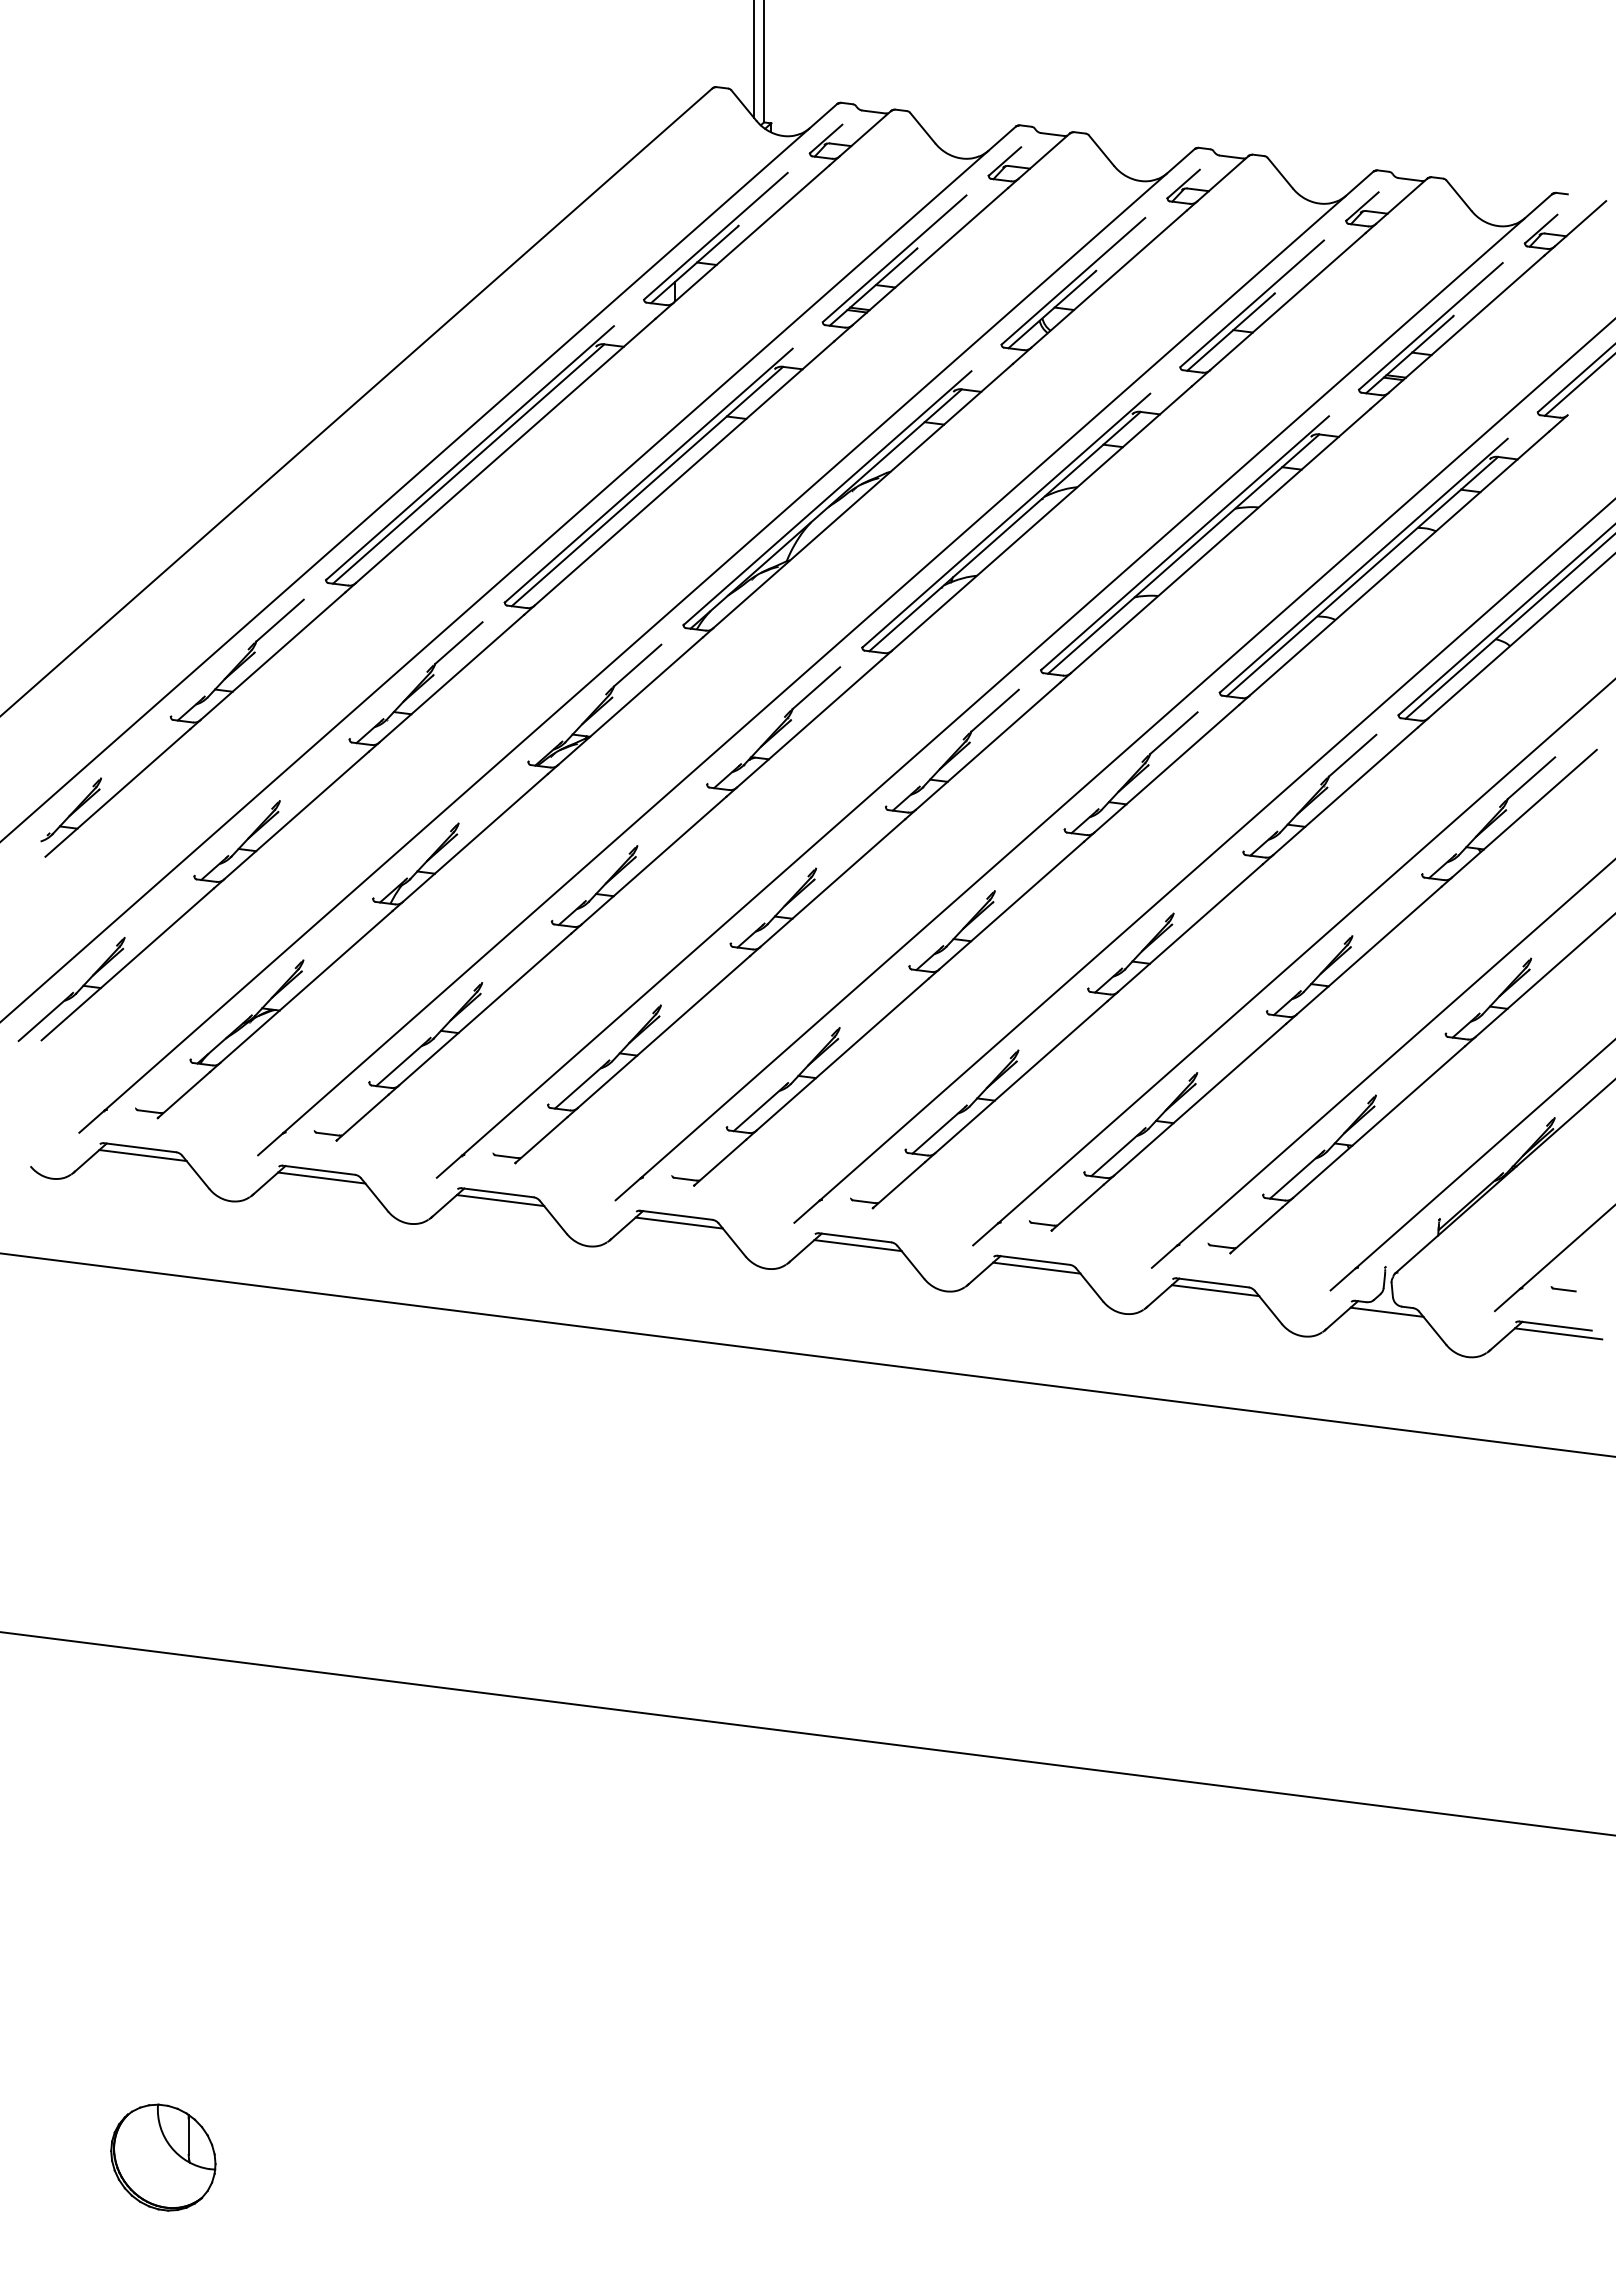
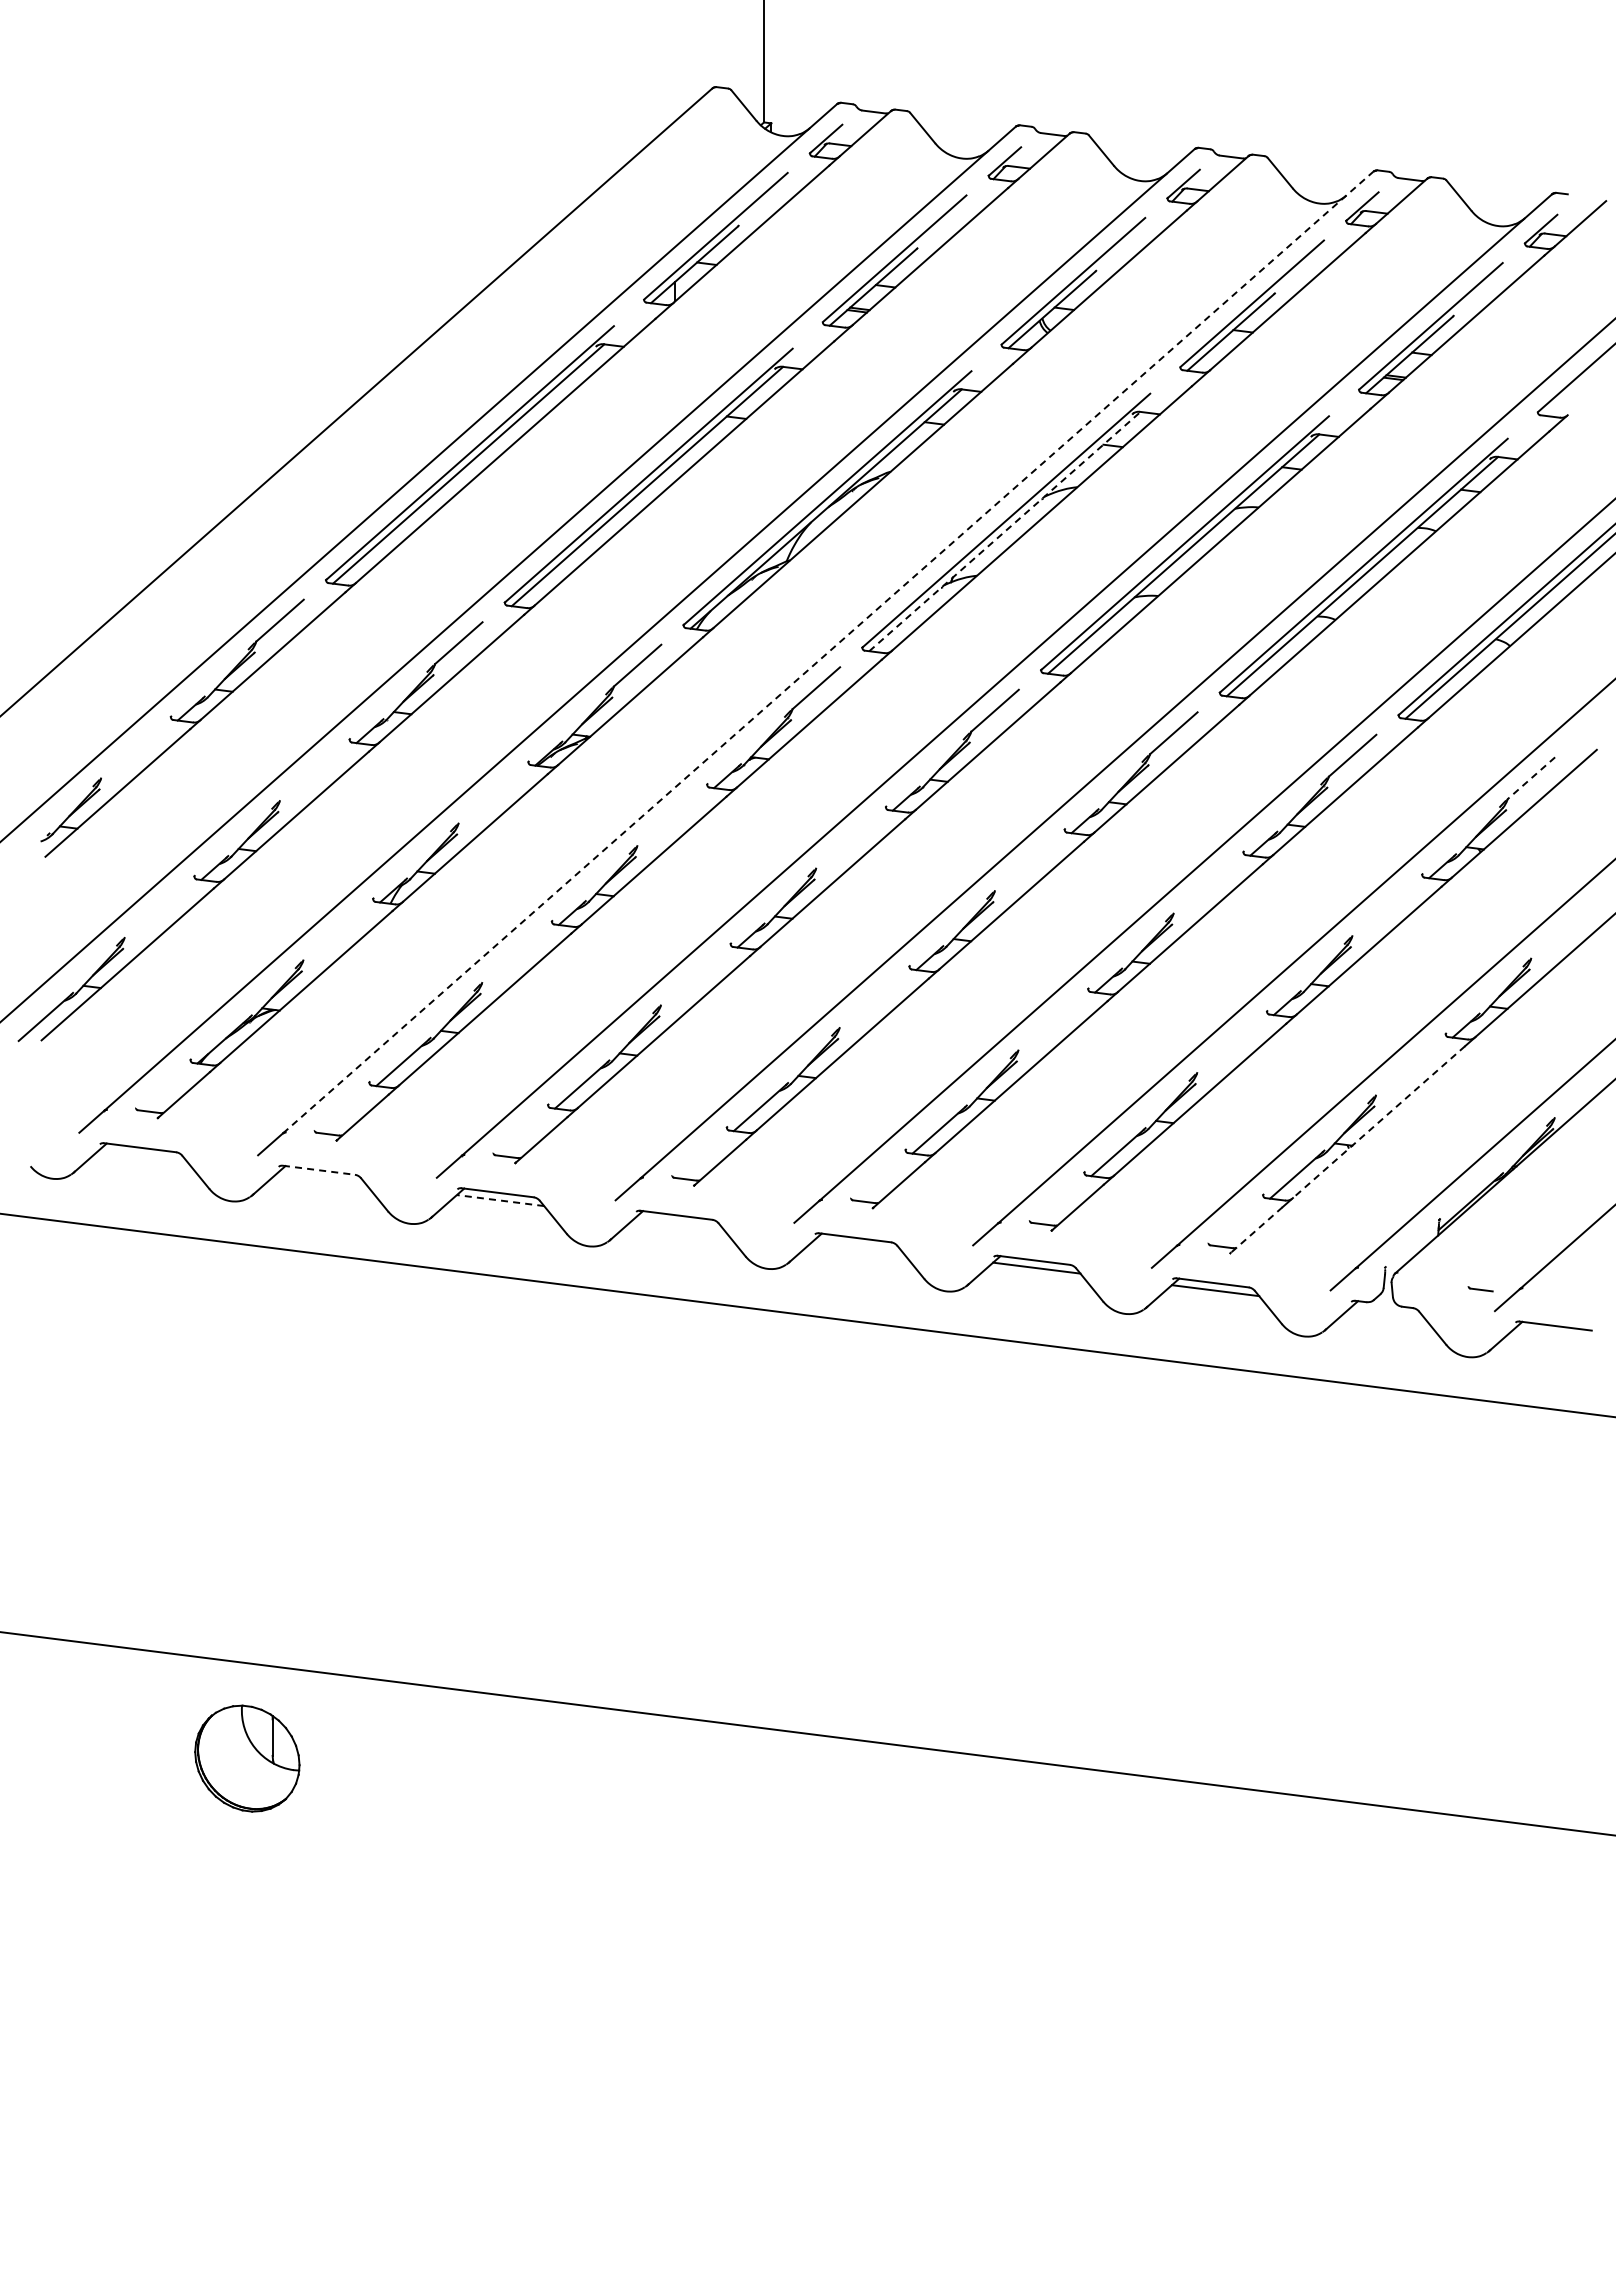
line at (753, 59): present -> none
line at (1578, 385): present -> none
line at (1004, 531): solid -> dashed
line at (828, 652): solid -> dashed
line at (1531, 778): solid -> dashed
line at (1379, 1122): solid -> dashed
line at (142, 1155): present -> none
line at (319, 1170): solid -> dashed
line at (321, 1177): present -> none
line at (500, 1200): solid -> dashed
line at (678, 1222): present -> none
line at (1256, 1230): solid -> dashed
line at (857, 1245): present -> none
line at (1563, 1289) position: (1563, 1289) -> (1480, 1289)
line at (1386, 1311): present -> none
line at (1558, 1333): present -> none
line at (807, 1354) position: (807, 1354) -> (807, 1315)
part at (163, 2157) position: (163, 2157) -> (247, 1758)
